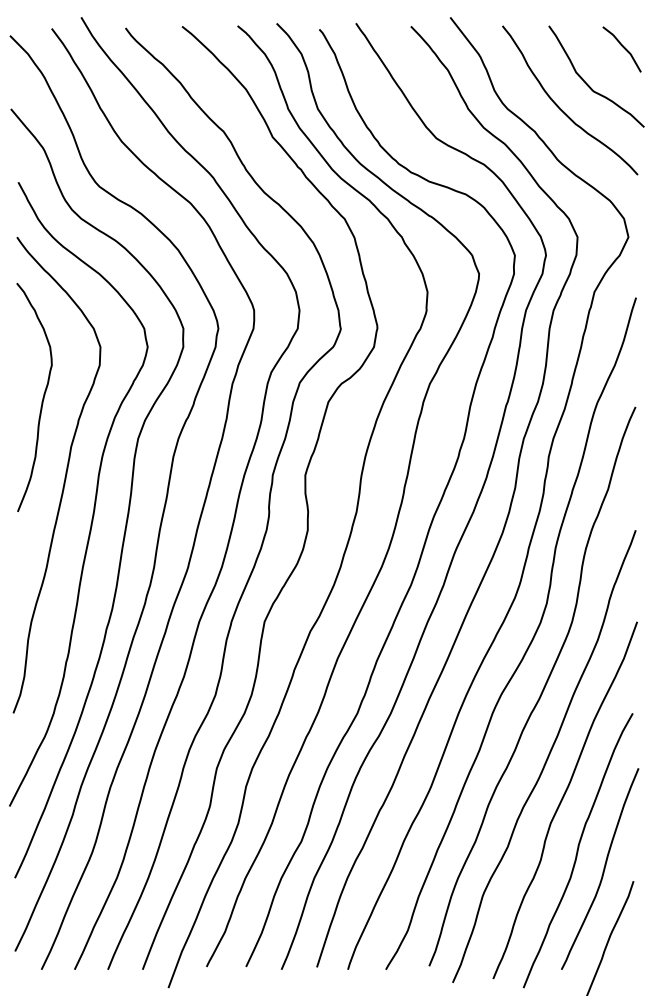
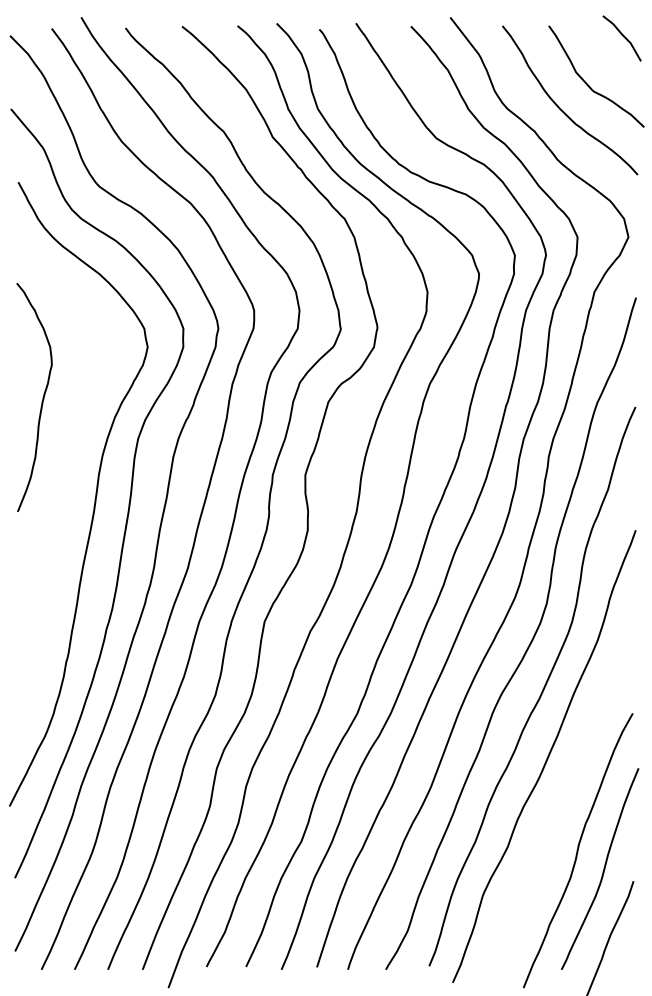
curve at (622, 47) position: (622, 47) -> (622, 36)
curve at (64, 477): present -> none
curve at (563, 799): present -> none
